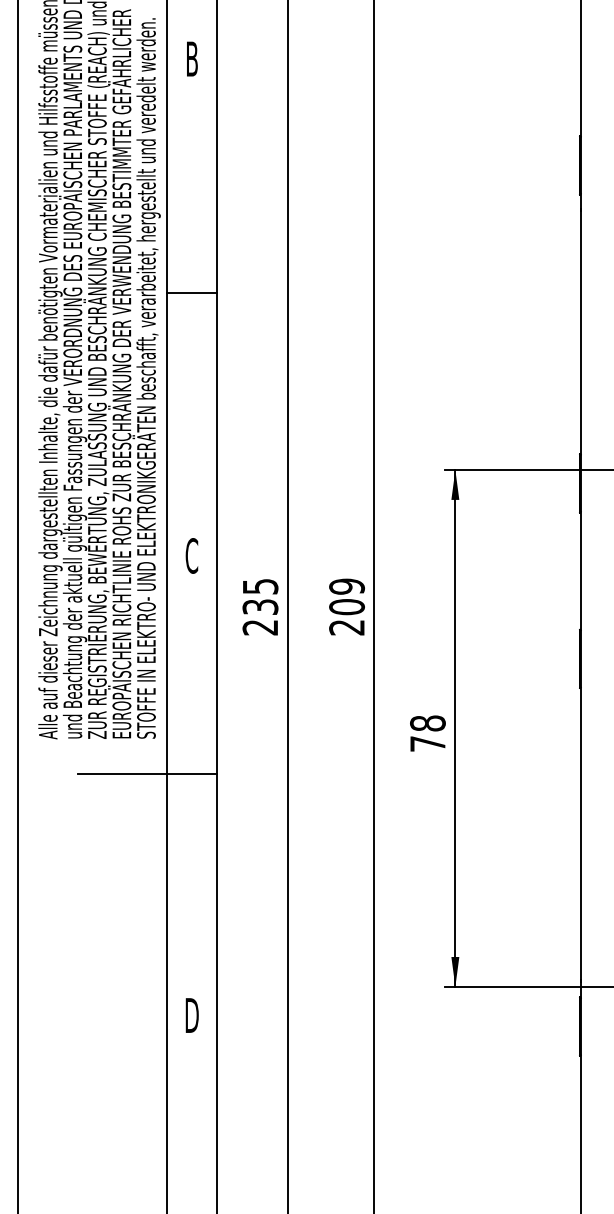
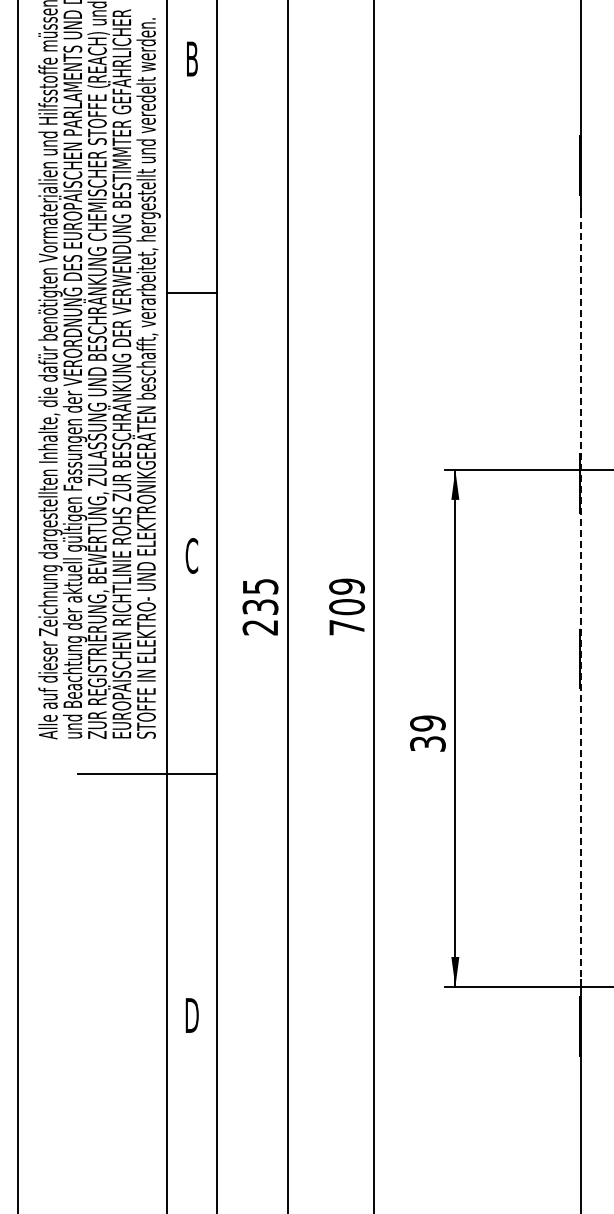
line at (580, 595): solid -> dashed
text at (346, 627): 209 -> 709
text at (427, 733): 78 -> 39
